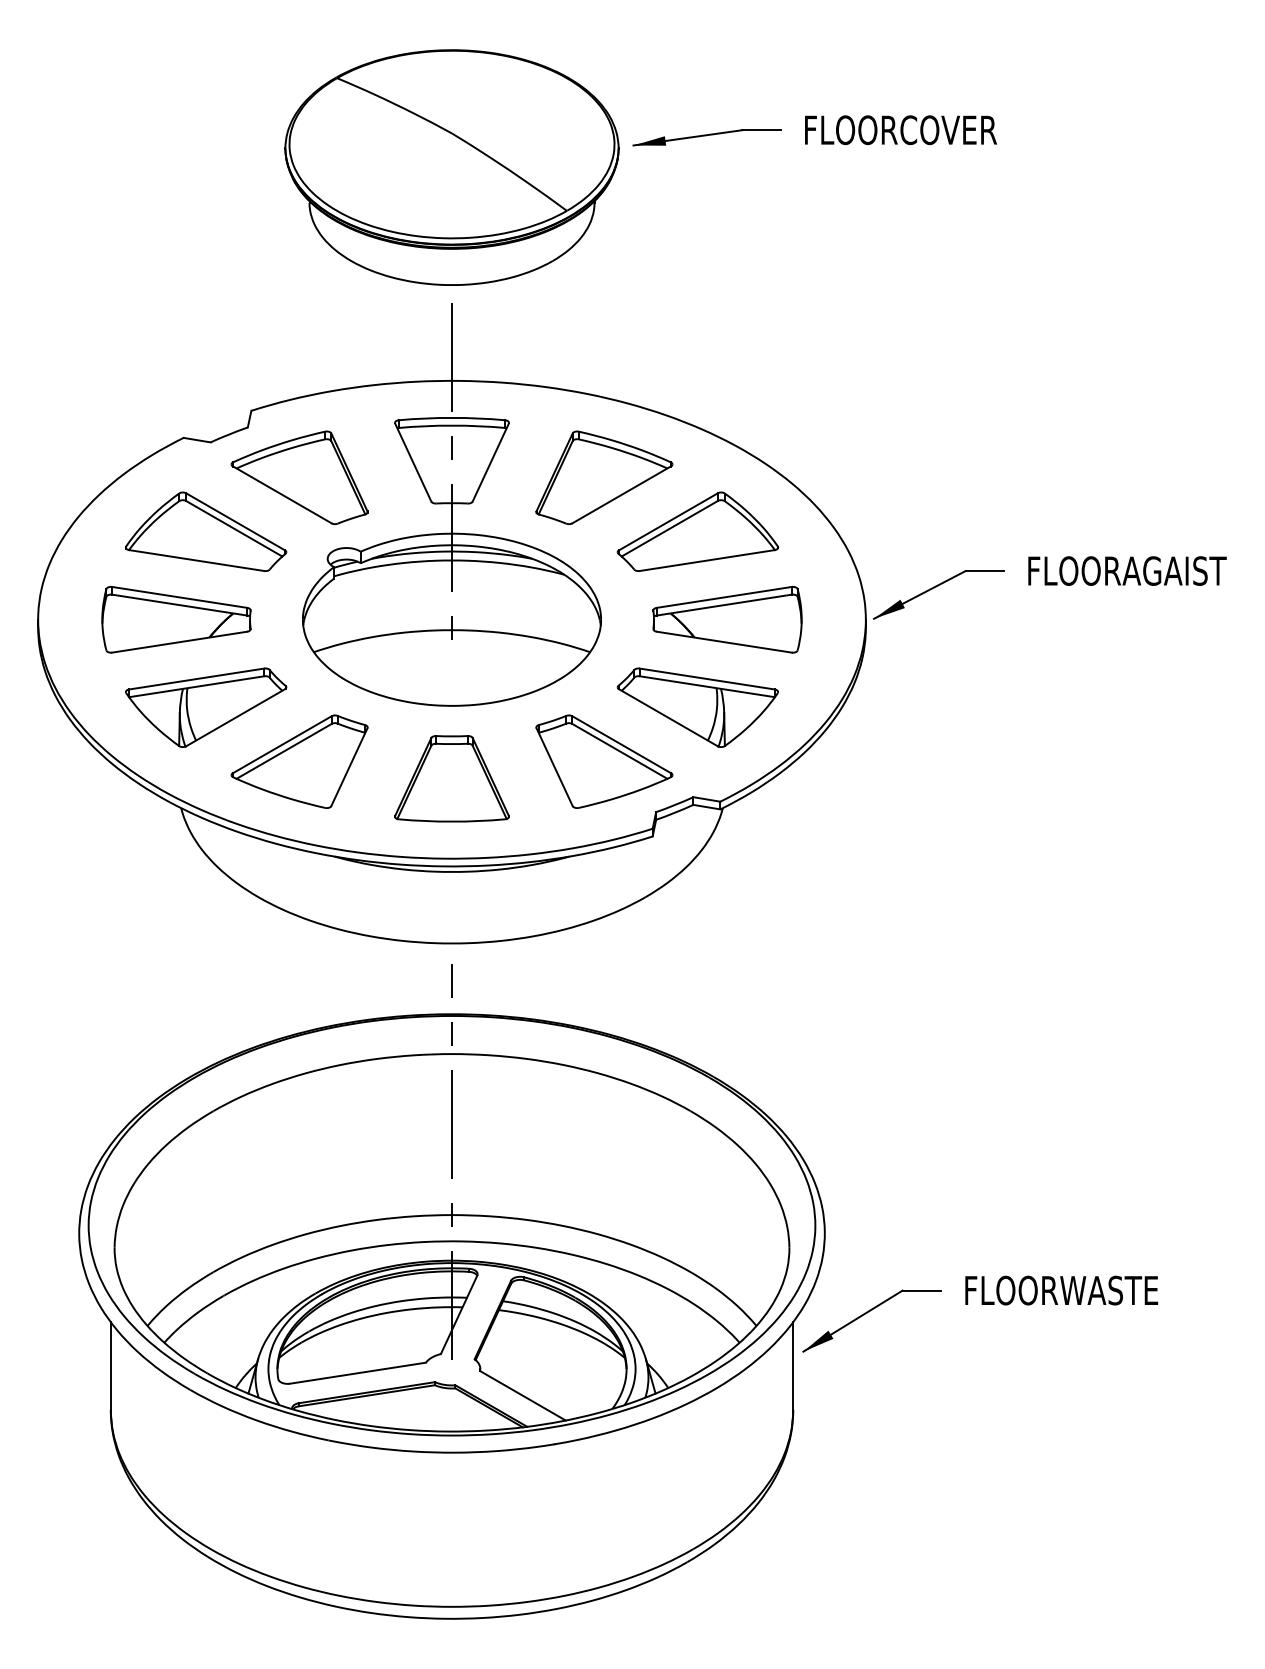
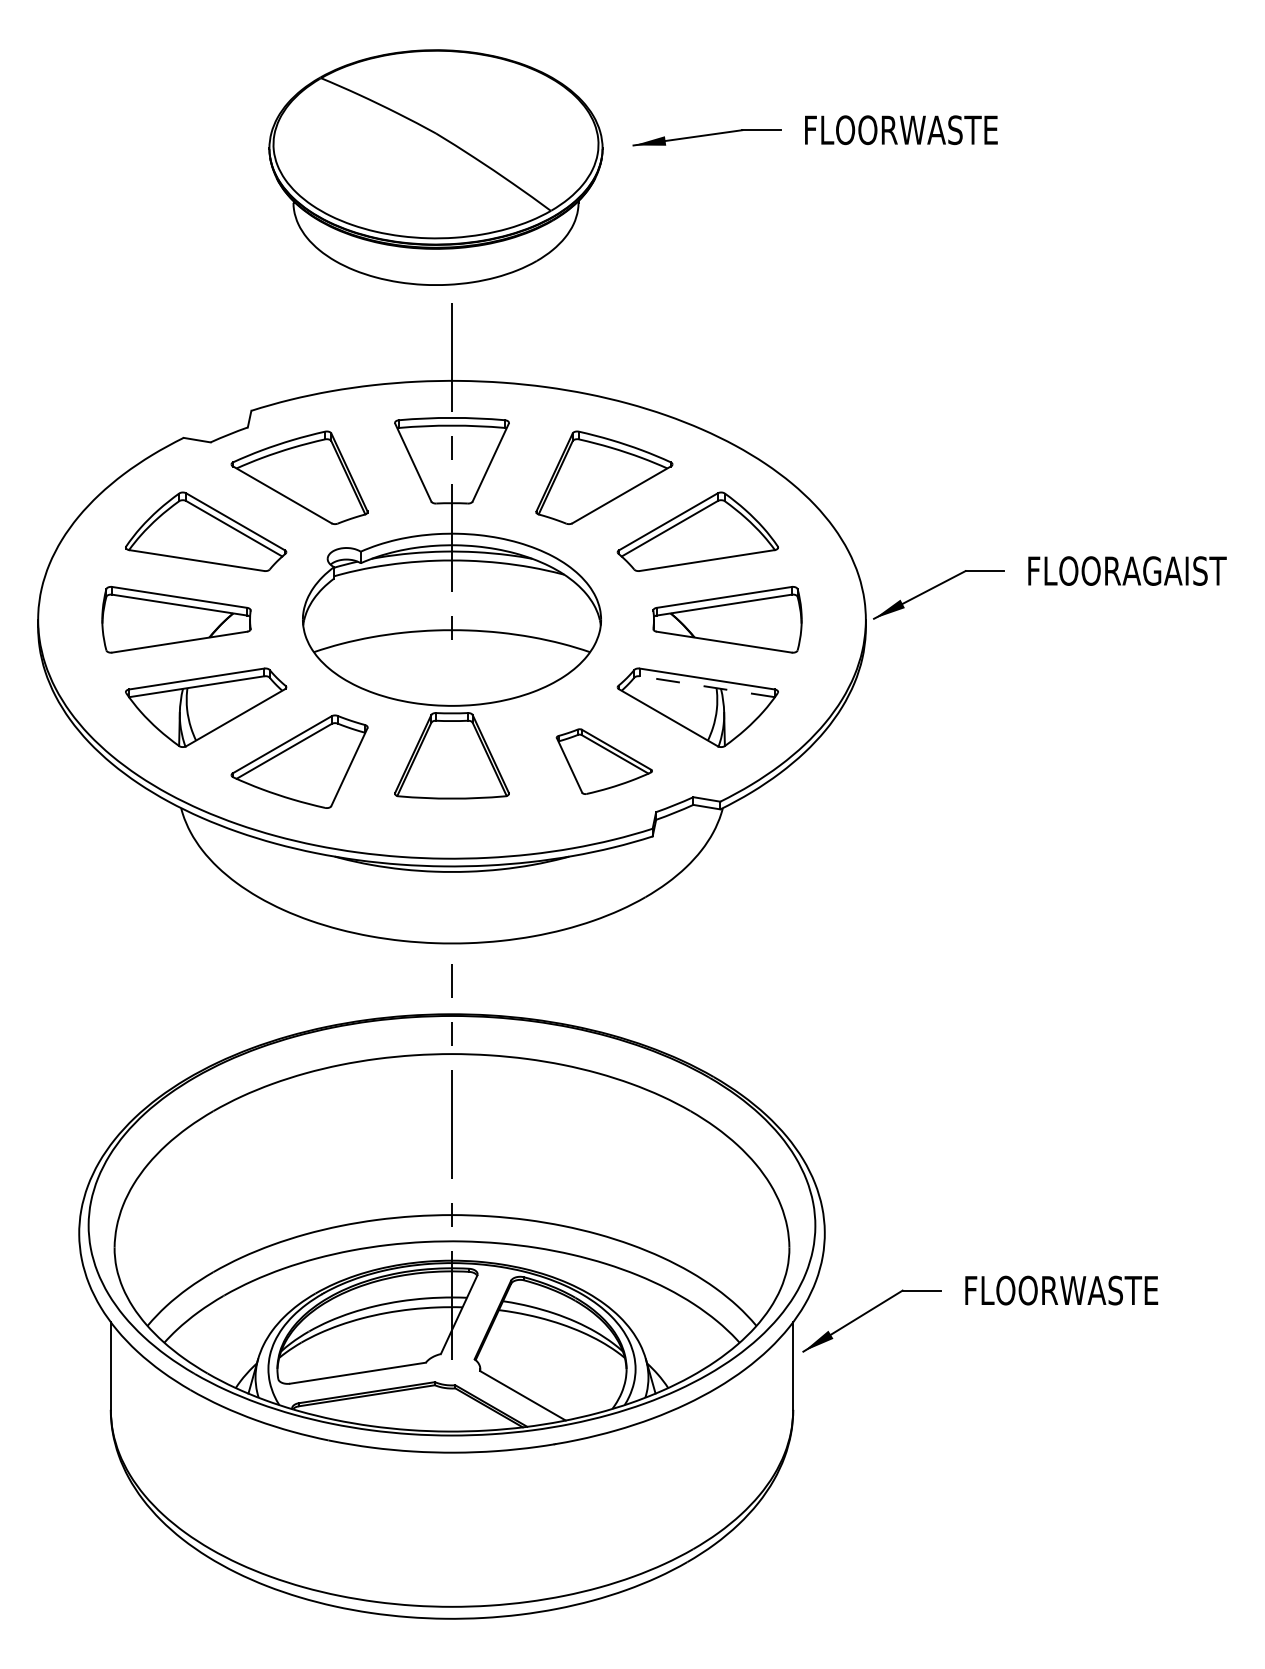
text at (948, 130): FLOORCOVER -> FLOORWASTE
part at (451, 167) position: (451, 167) -> (435, 167)
line at (706, 686): solid -> dashed
part at (604, 761) size: 139x95 px -> 98x67 px
part at (451, 778) position: (451, 778) -> (451, 755)
